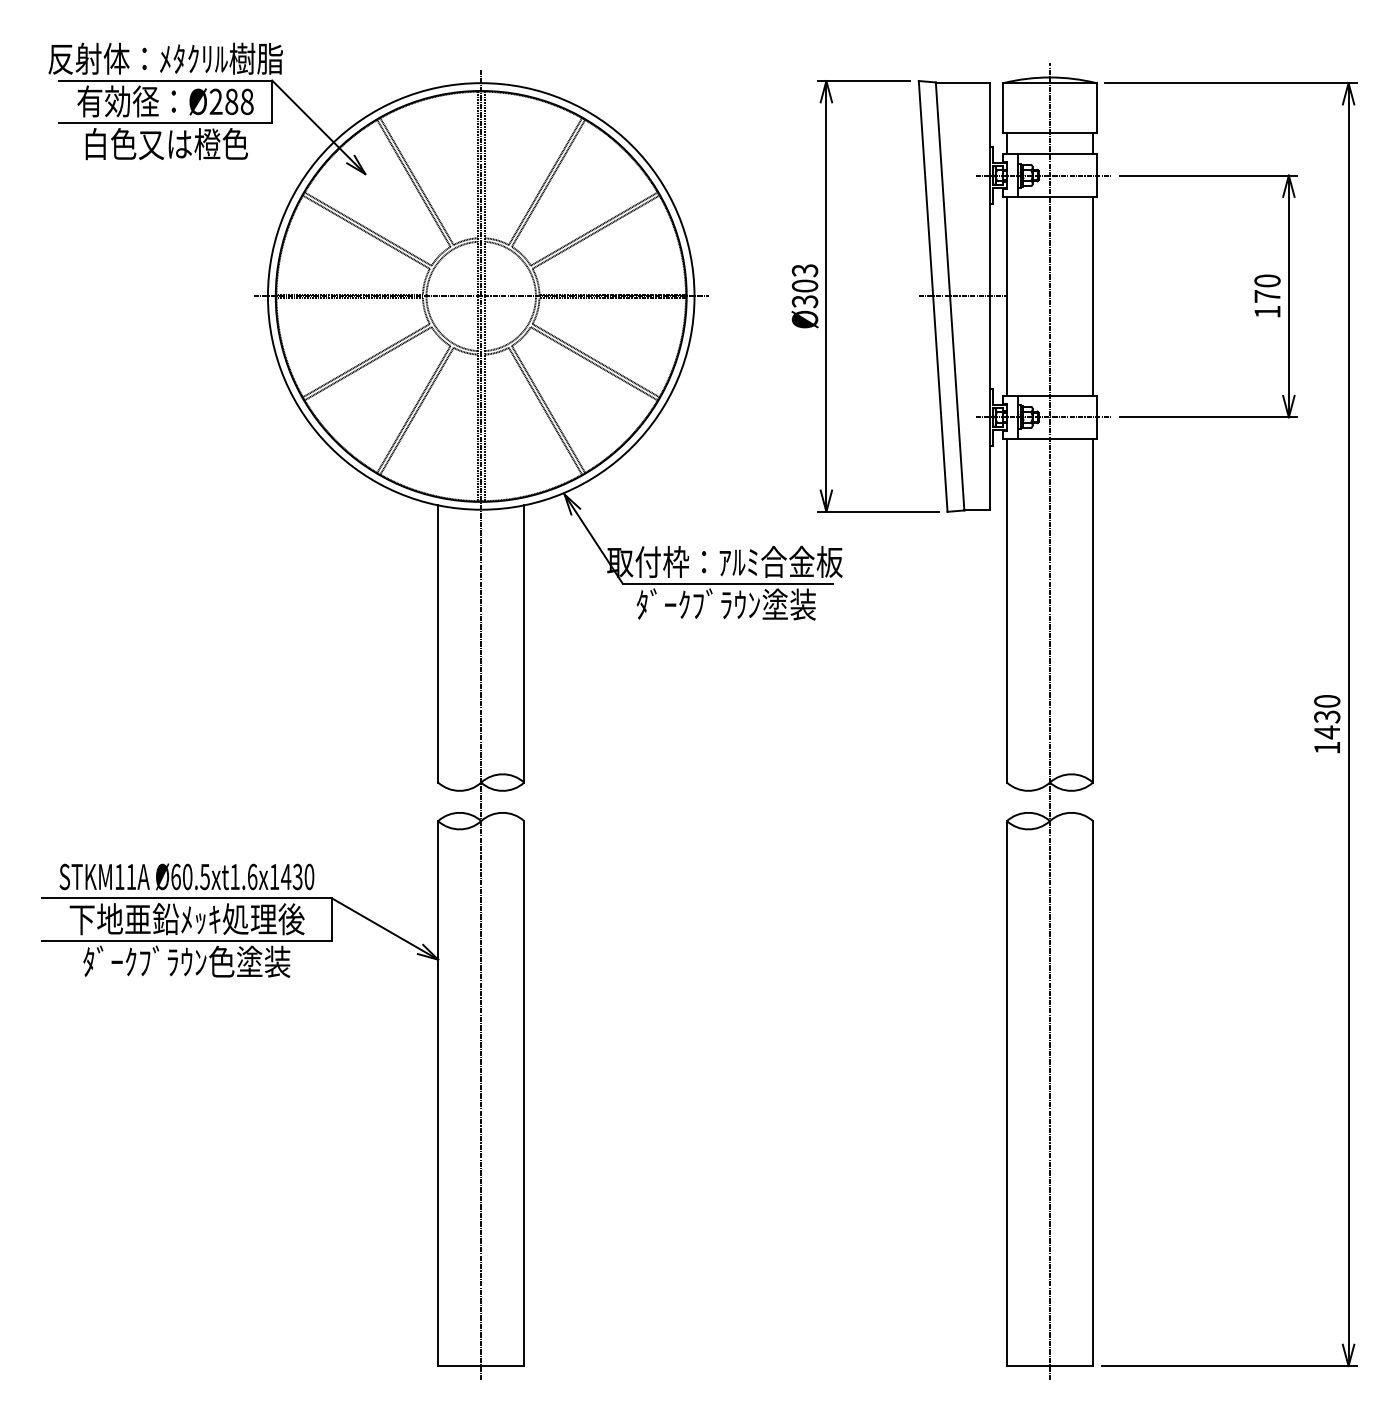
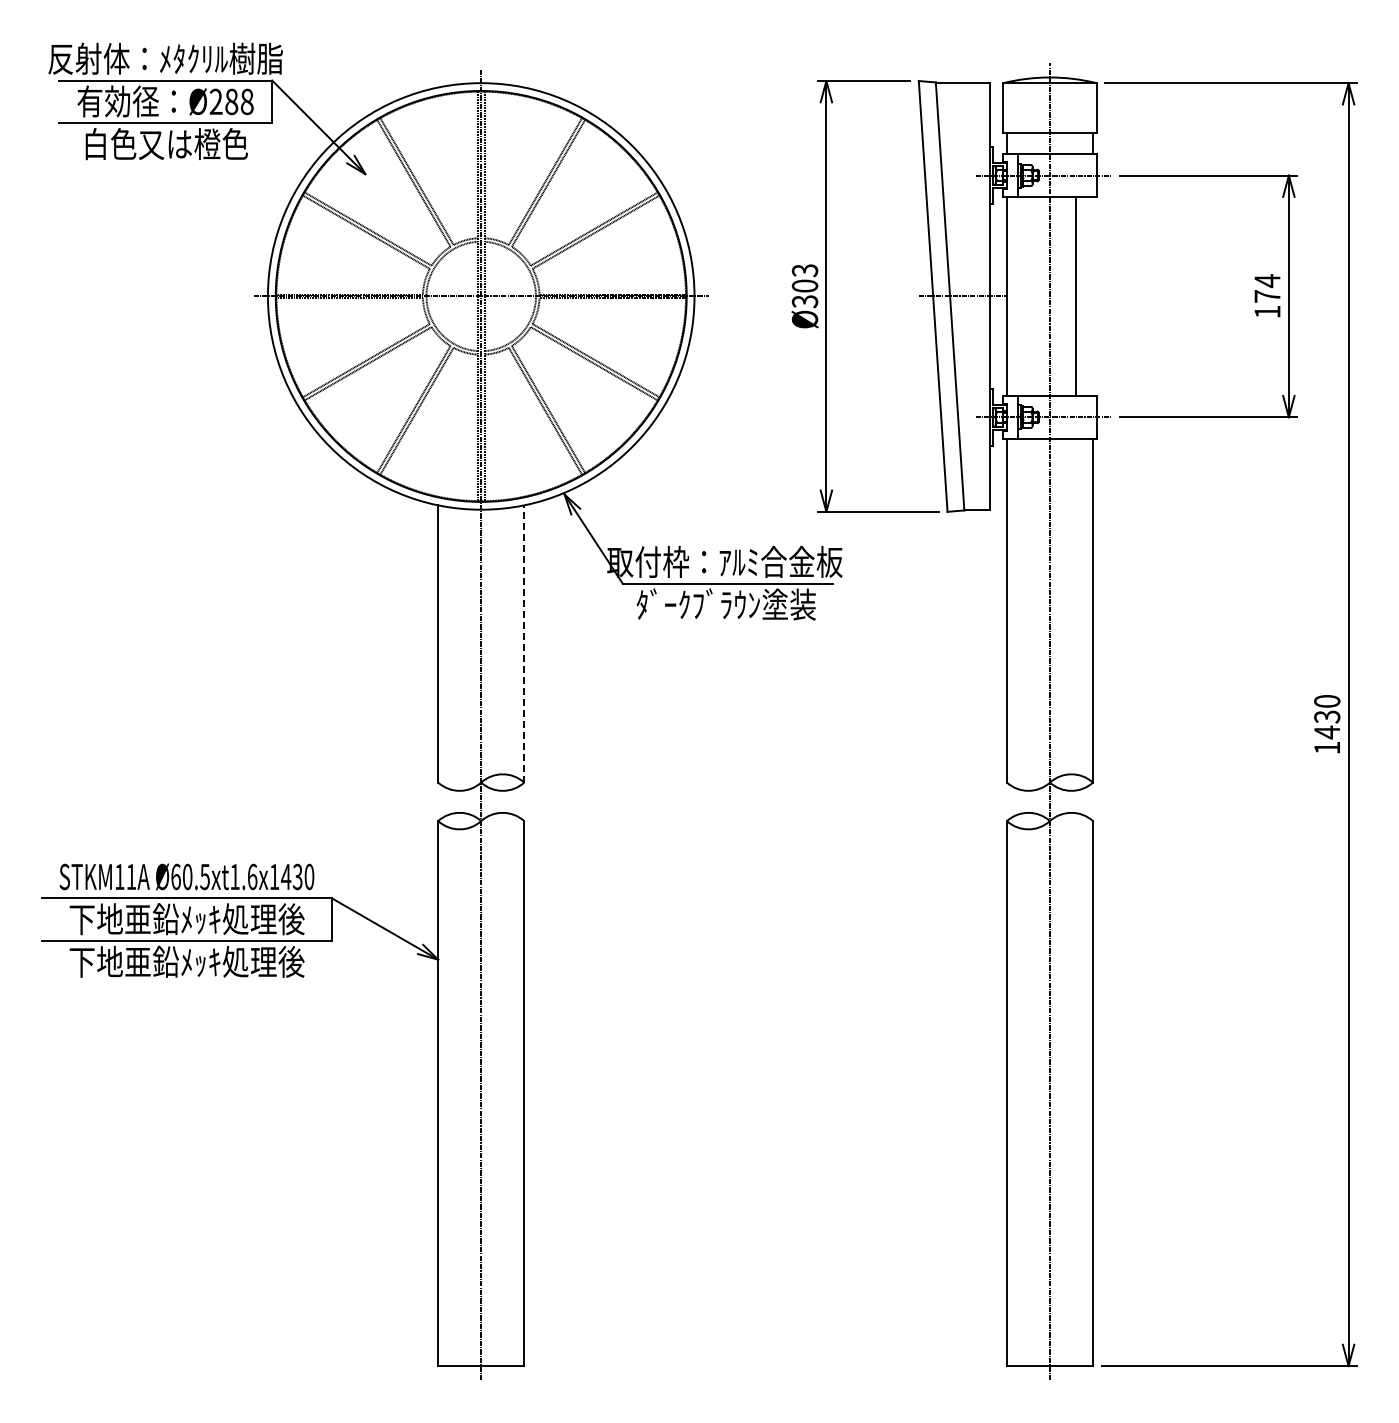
text at (1267, 281): 170 -> 174
line at (1093, 295) position: (1093, 295) -> (1076, 295)
line at (524, 643): solid -> dashed
text at (186, 961): ﾀﾞｰｸﾌﾞﾗｳﾝ色塗装 -> 下地亜鉛ﾒｯｷ処理後
